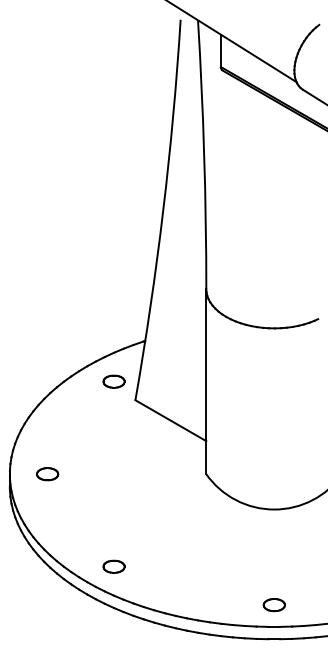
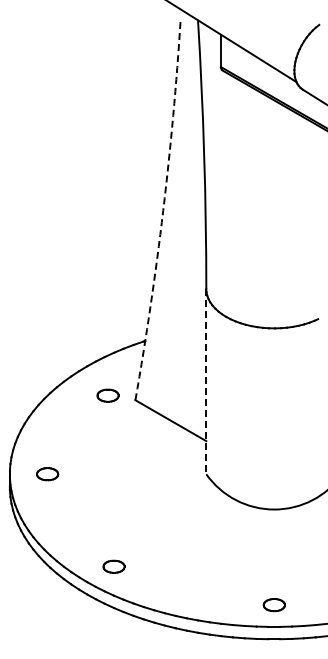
arc at (163, 210): solid -> dashed
part at (113, 381) position: (113, 381) -> (107, 395)
line at (206, 381): solid -> dashed
